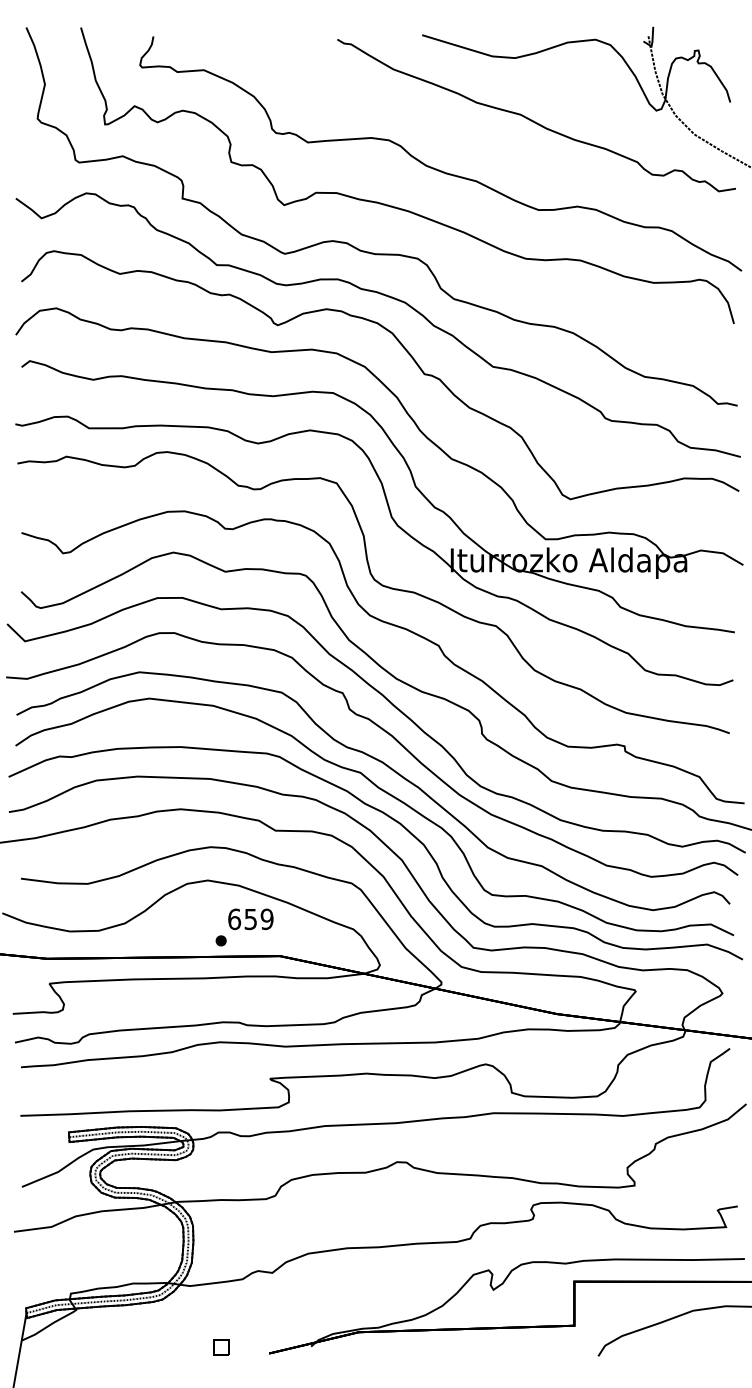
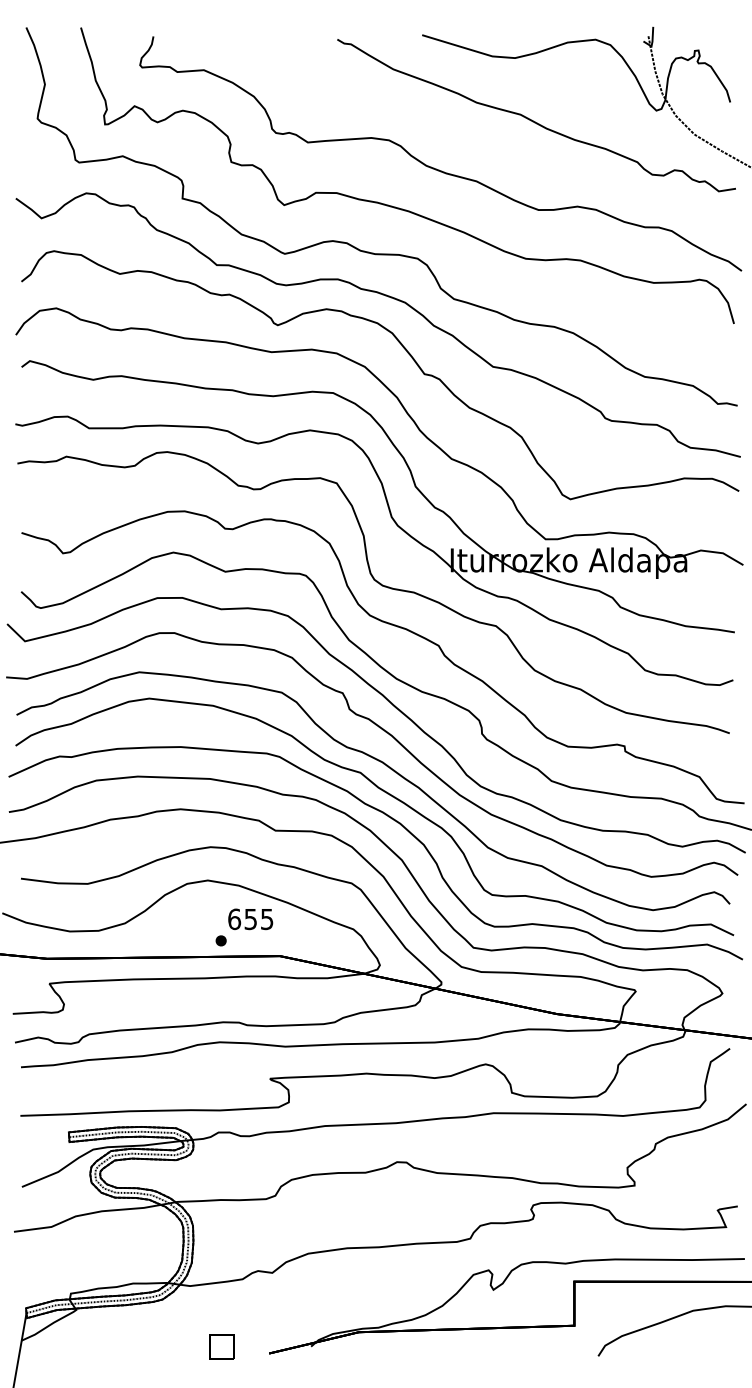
text at (266, 918): 659 -> 655
part at (221, 1347) size: 17x17 px -> 26x26 px
